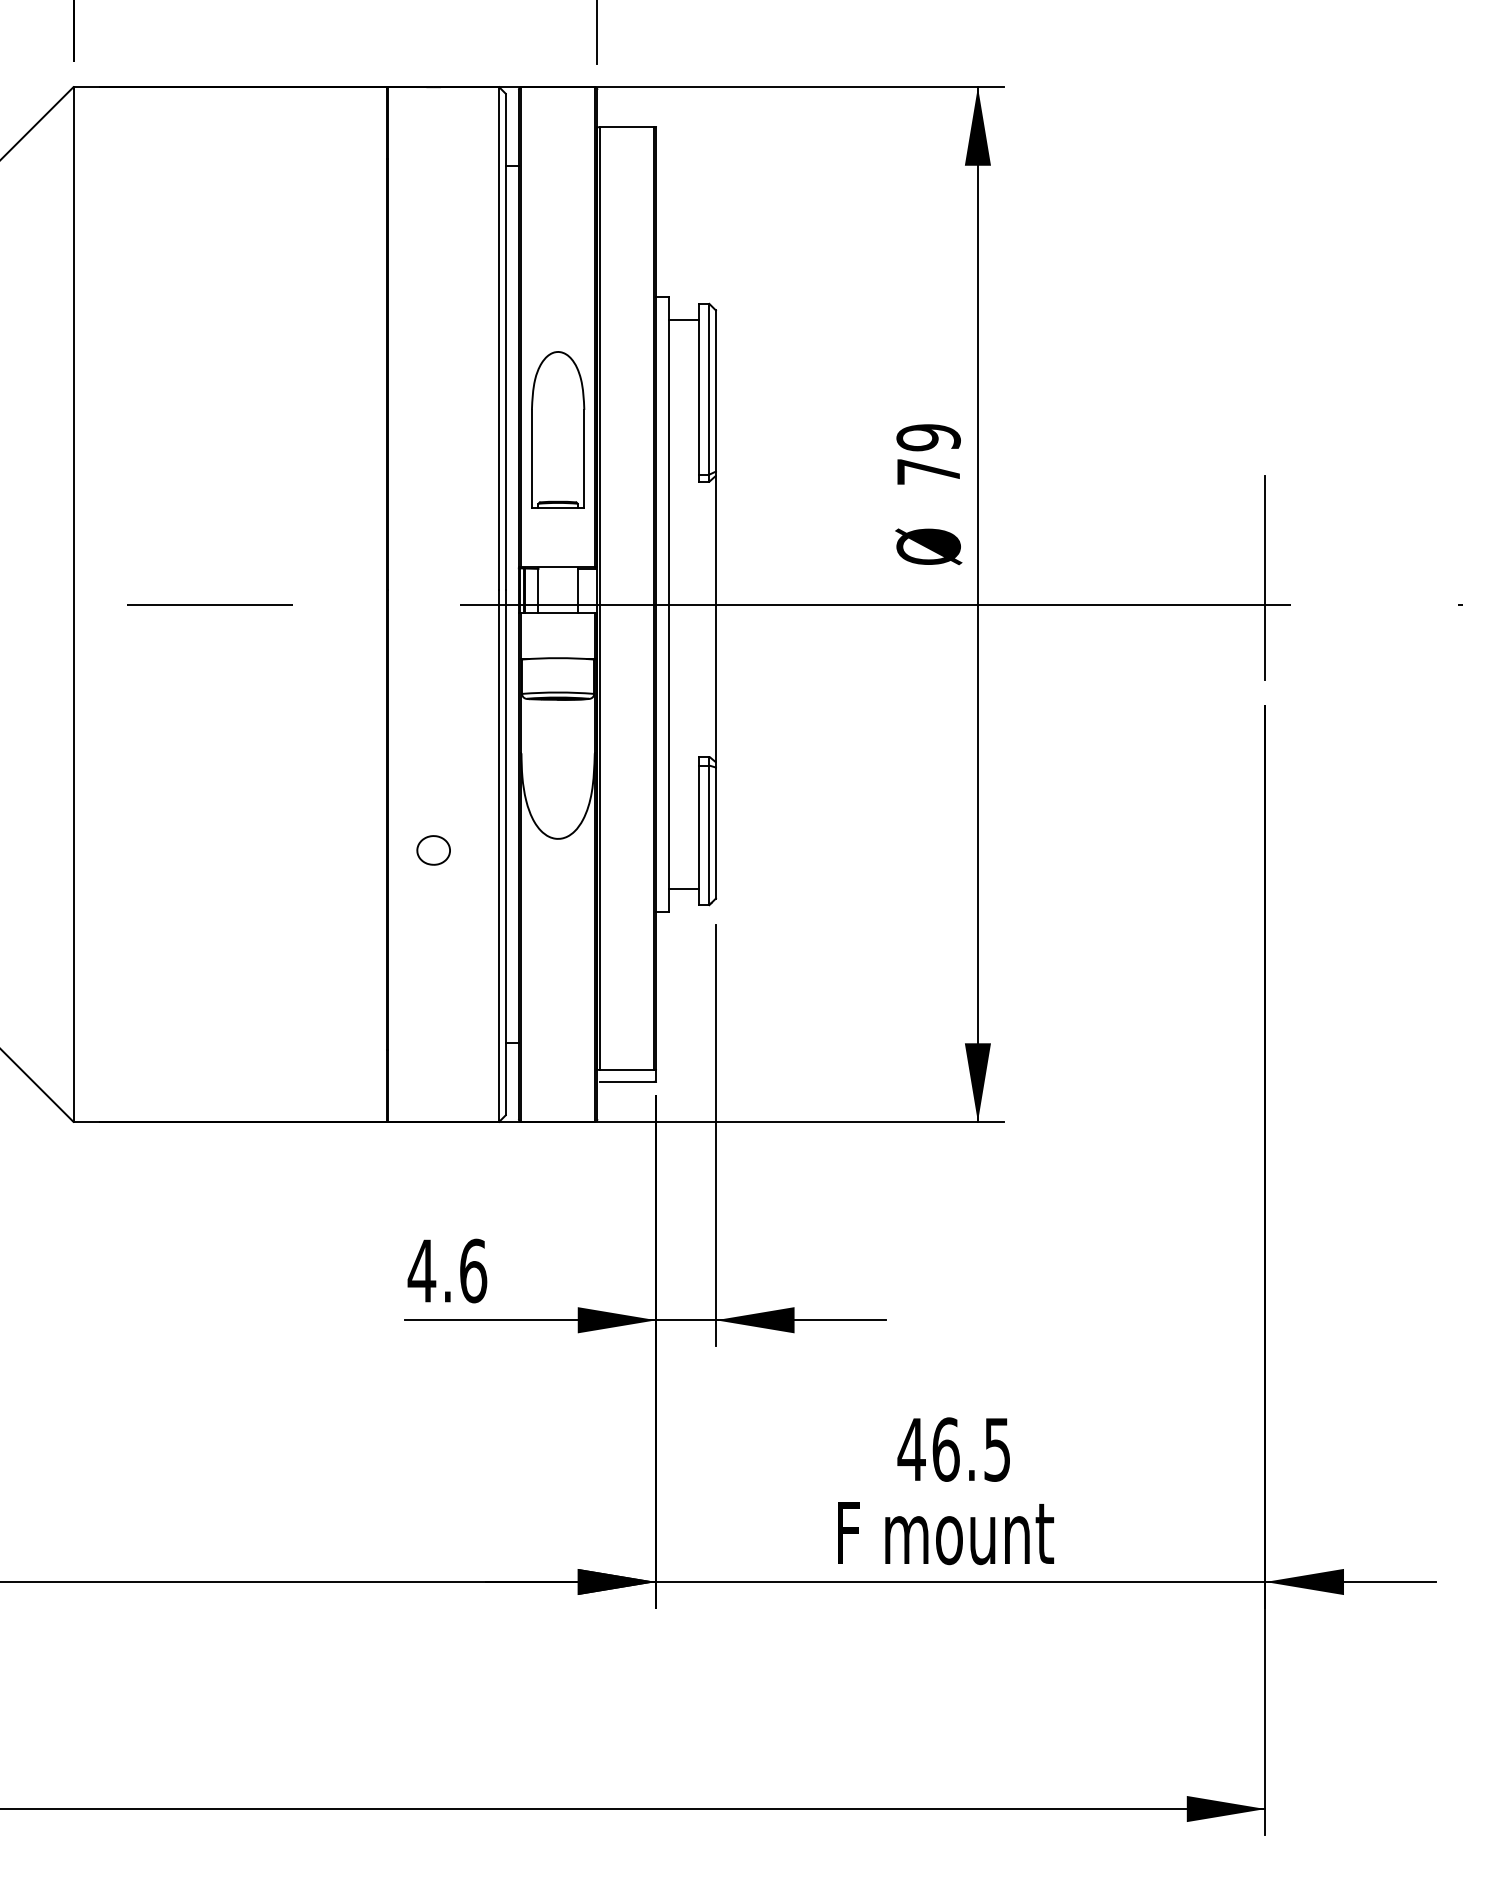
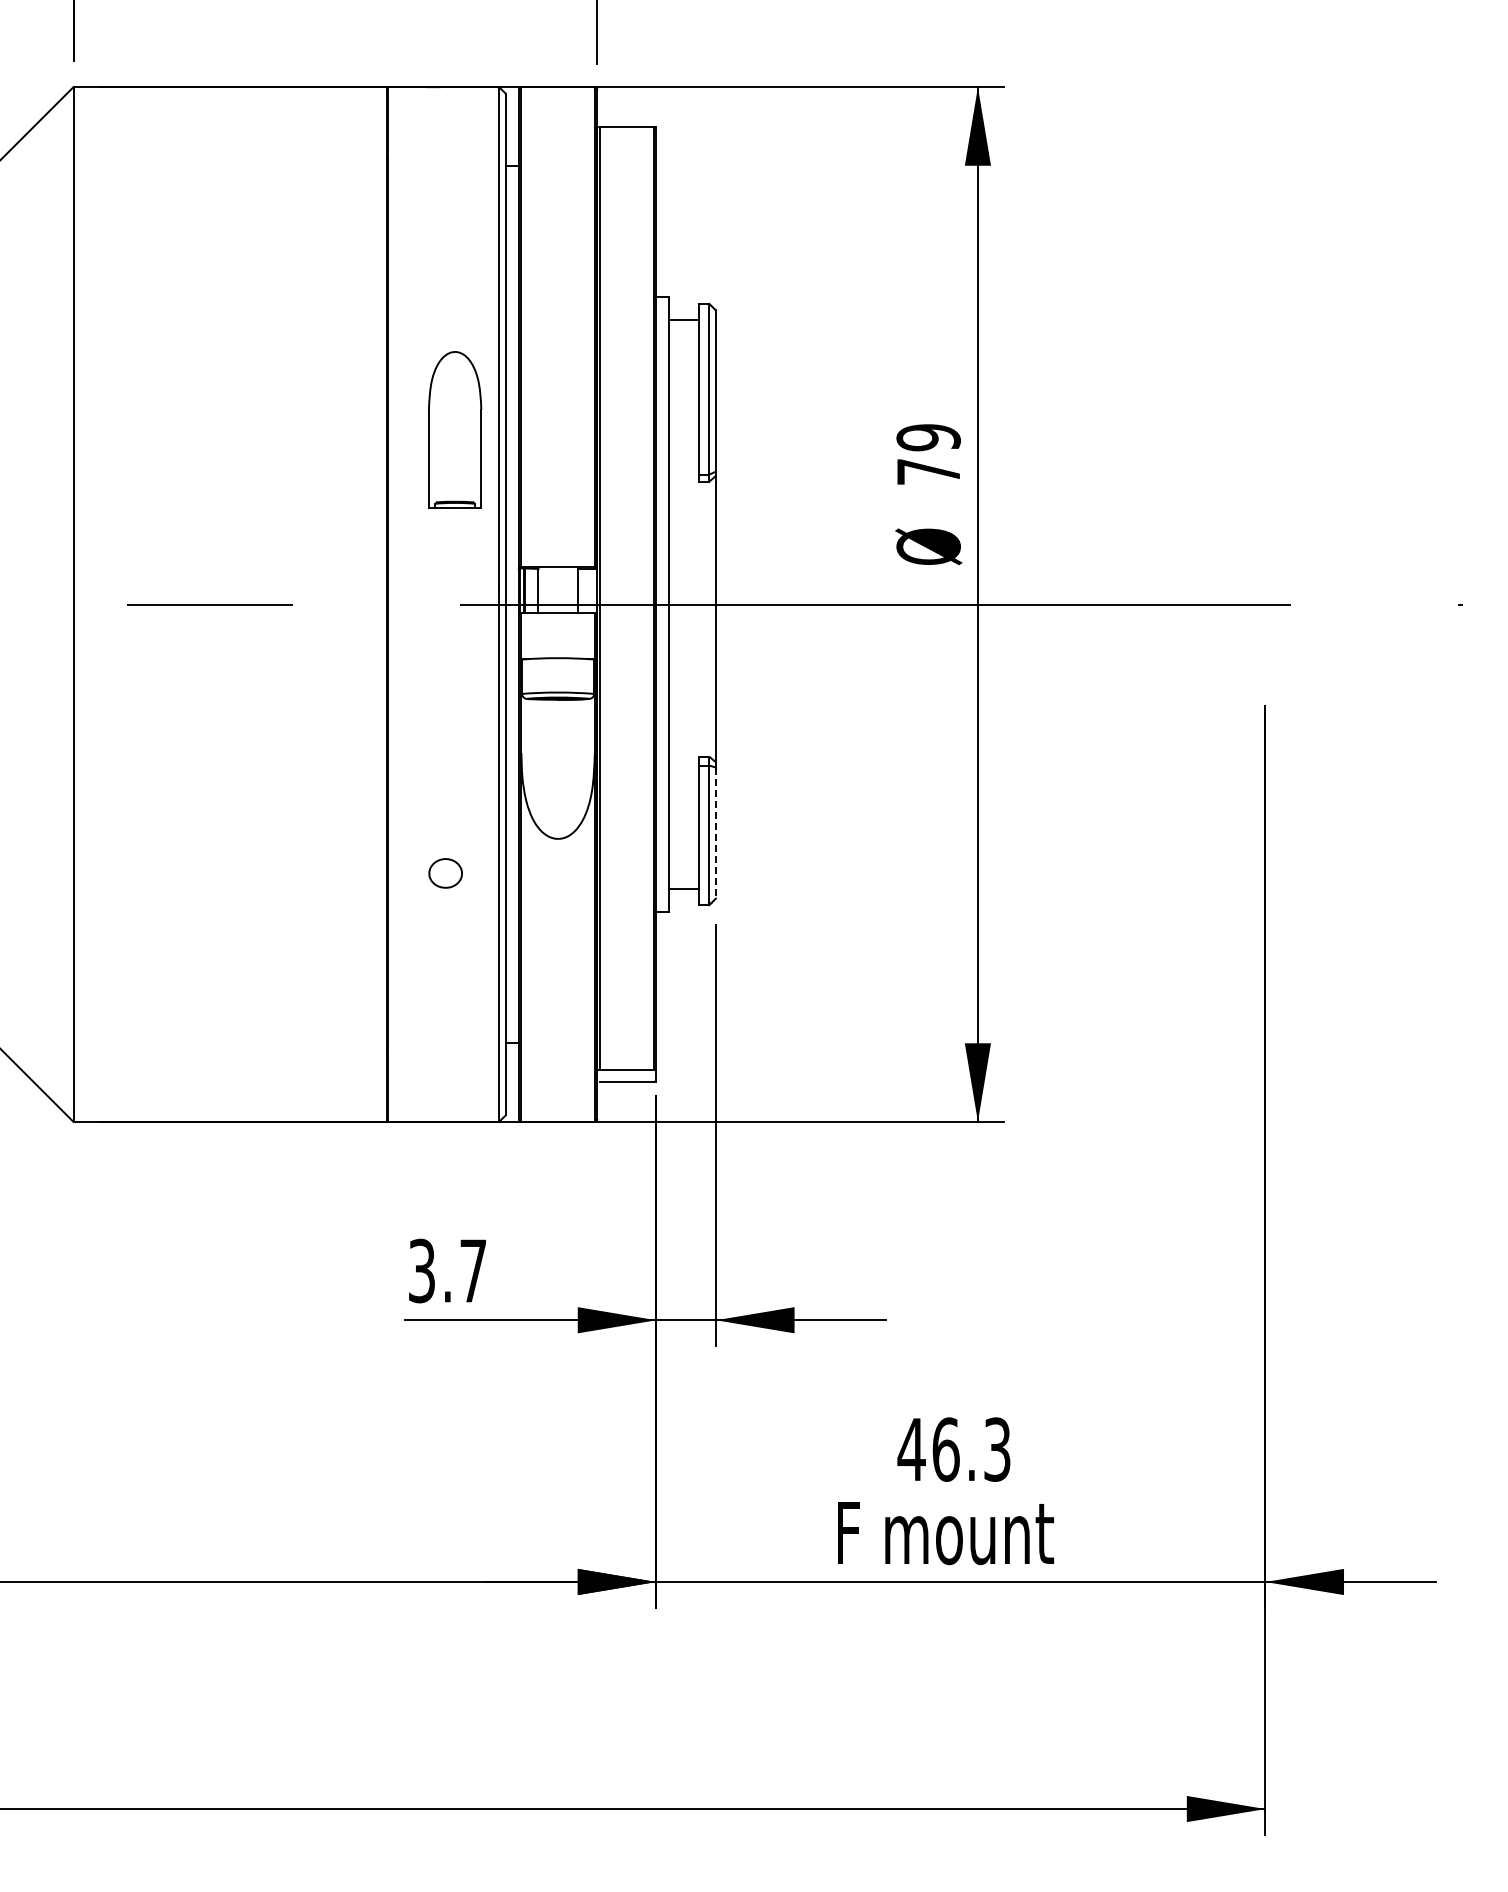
part at (558, 429) position: (558, 429) -> (455, 429)
line at (1265, 578): present -> none
line at (715, 833): solid -> dashed
part at (433, 850) position: (433, 850) -> (445, 873)
text at (447, 1270): 4.6 -> 3.7
text at (997, 1449): 46.5 -> 46.3
